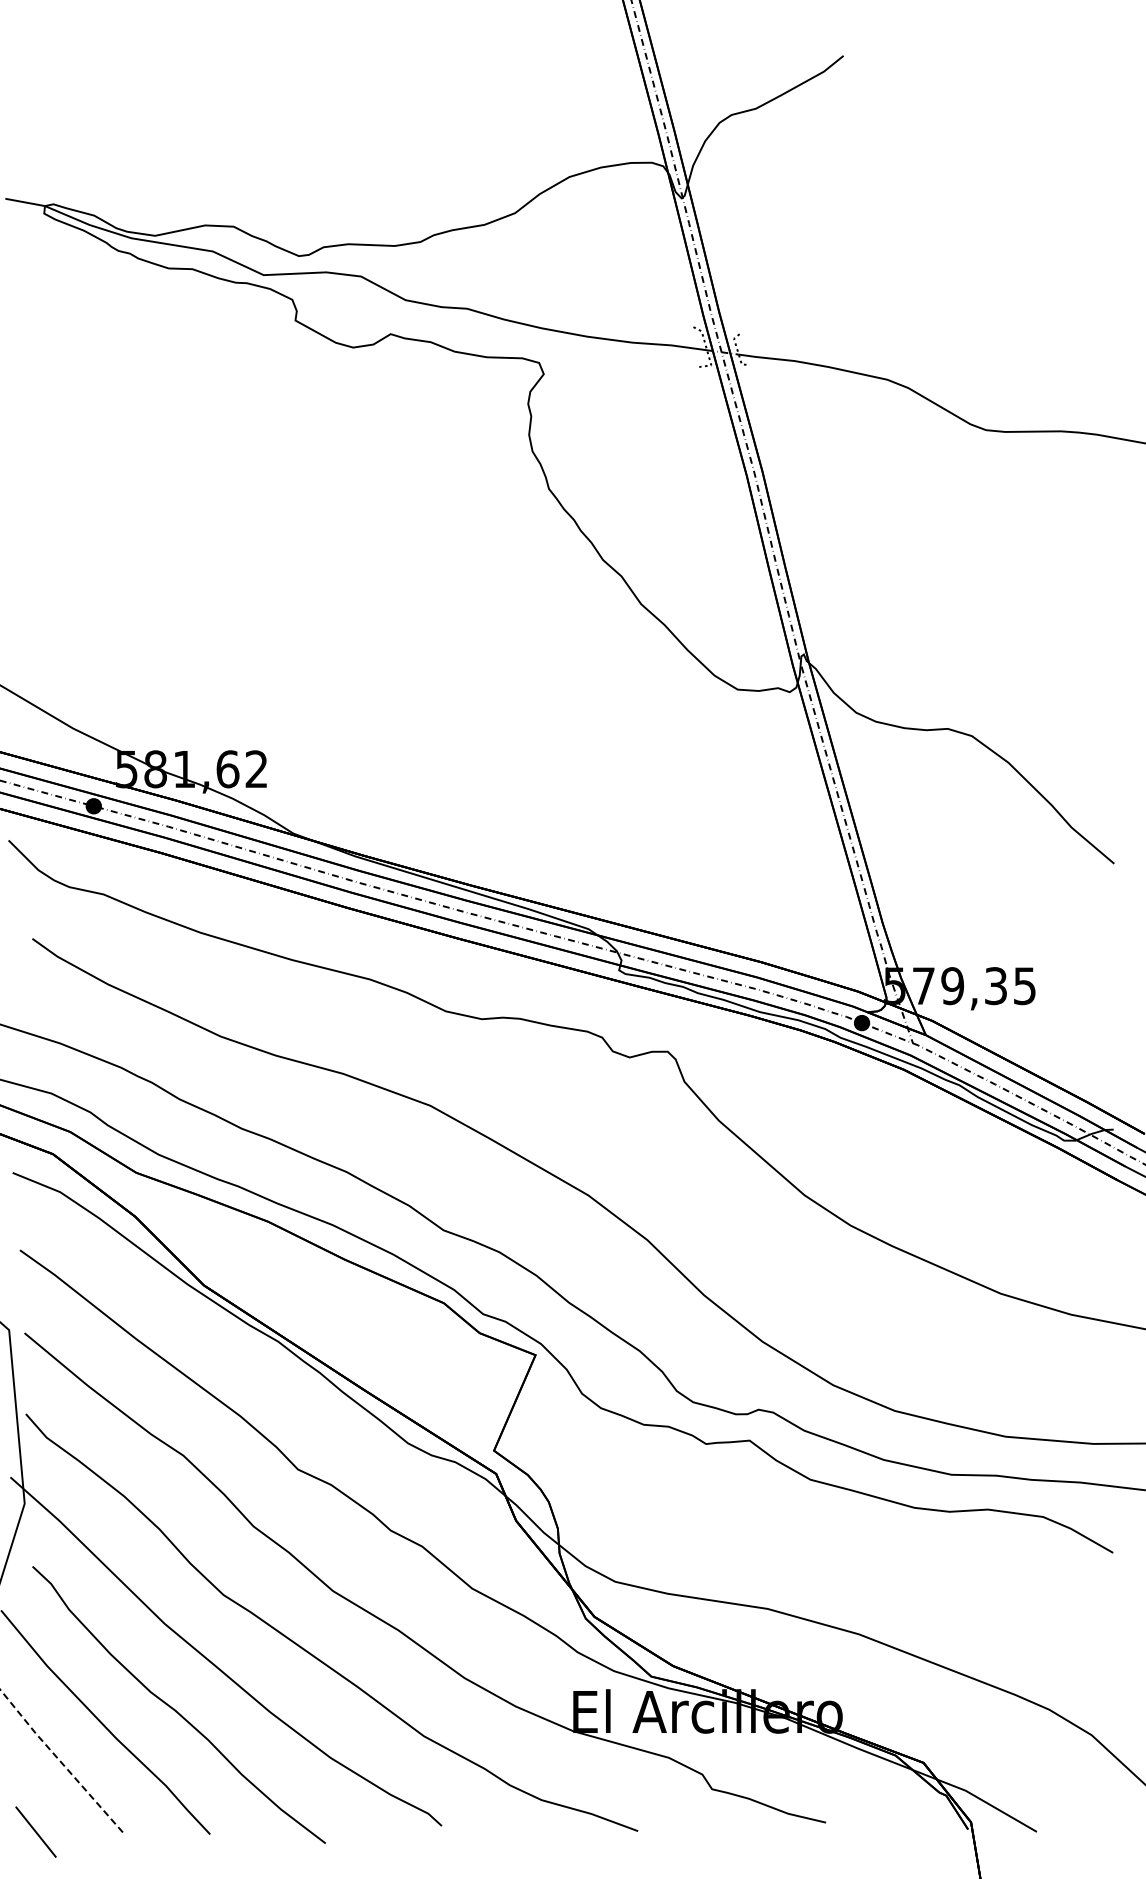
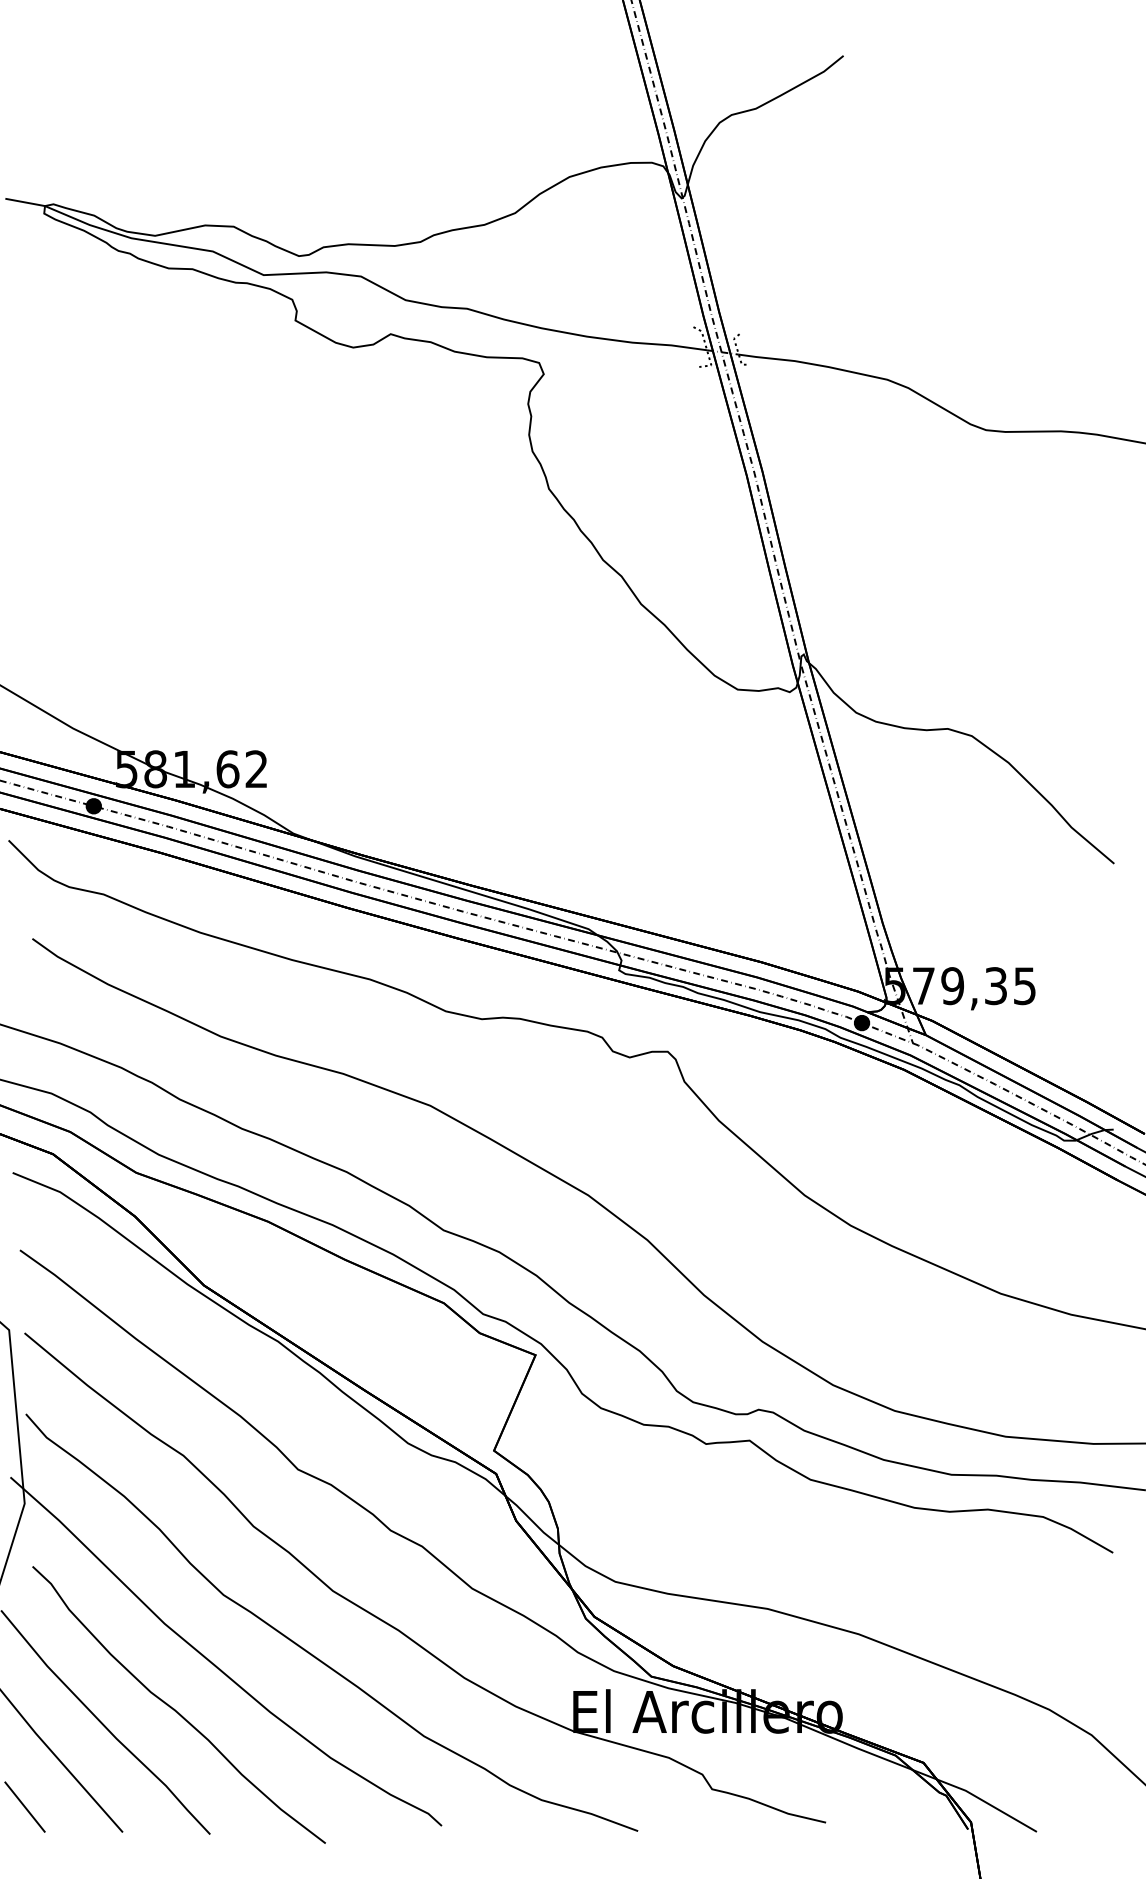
line at (60, 1761): dashed -> solid
line at (35, 1831) position: (35, 1831) -> (24, 1806)
